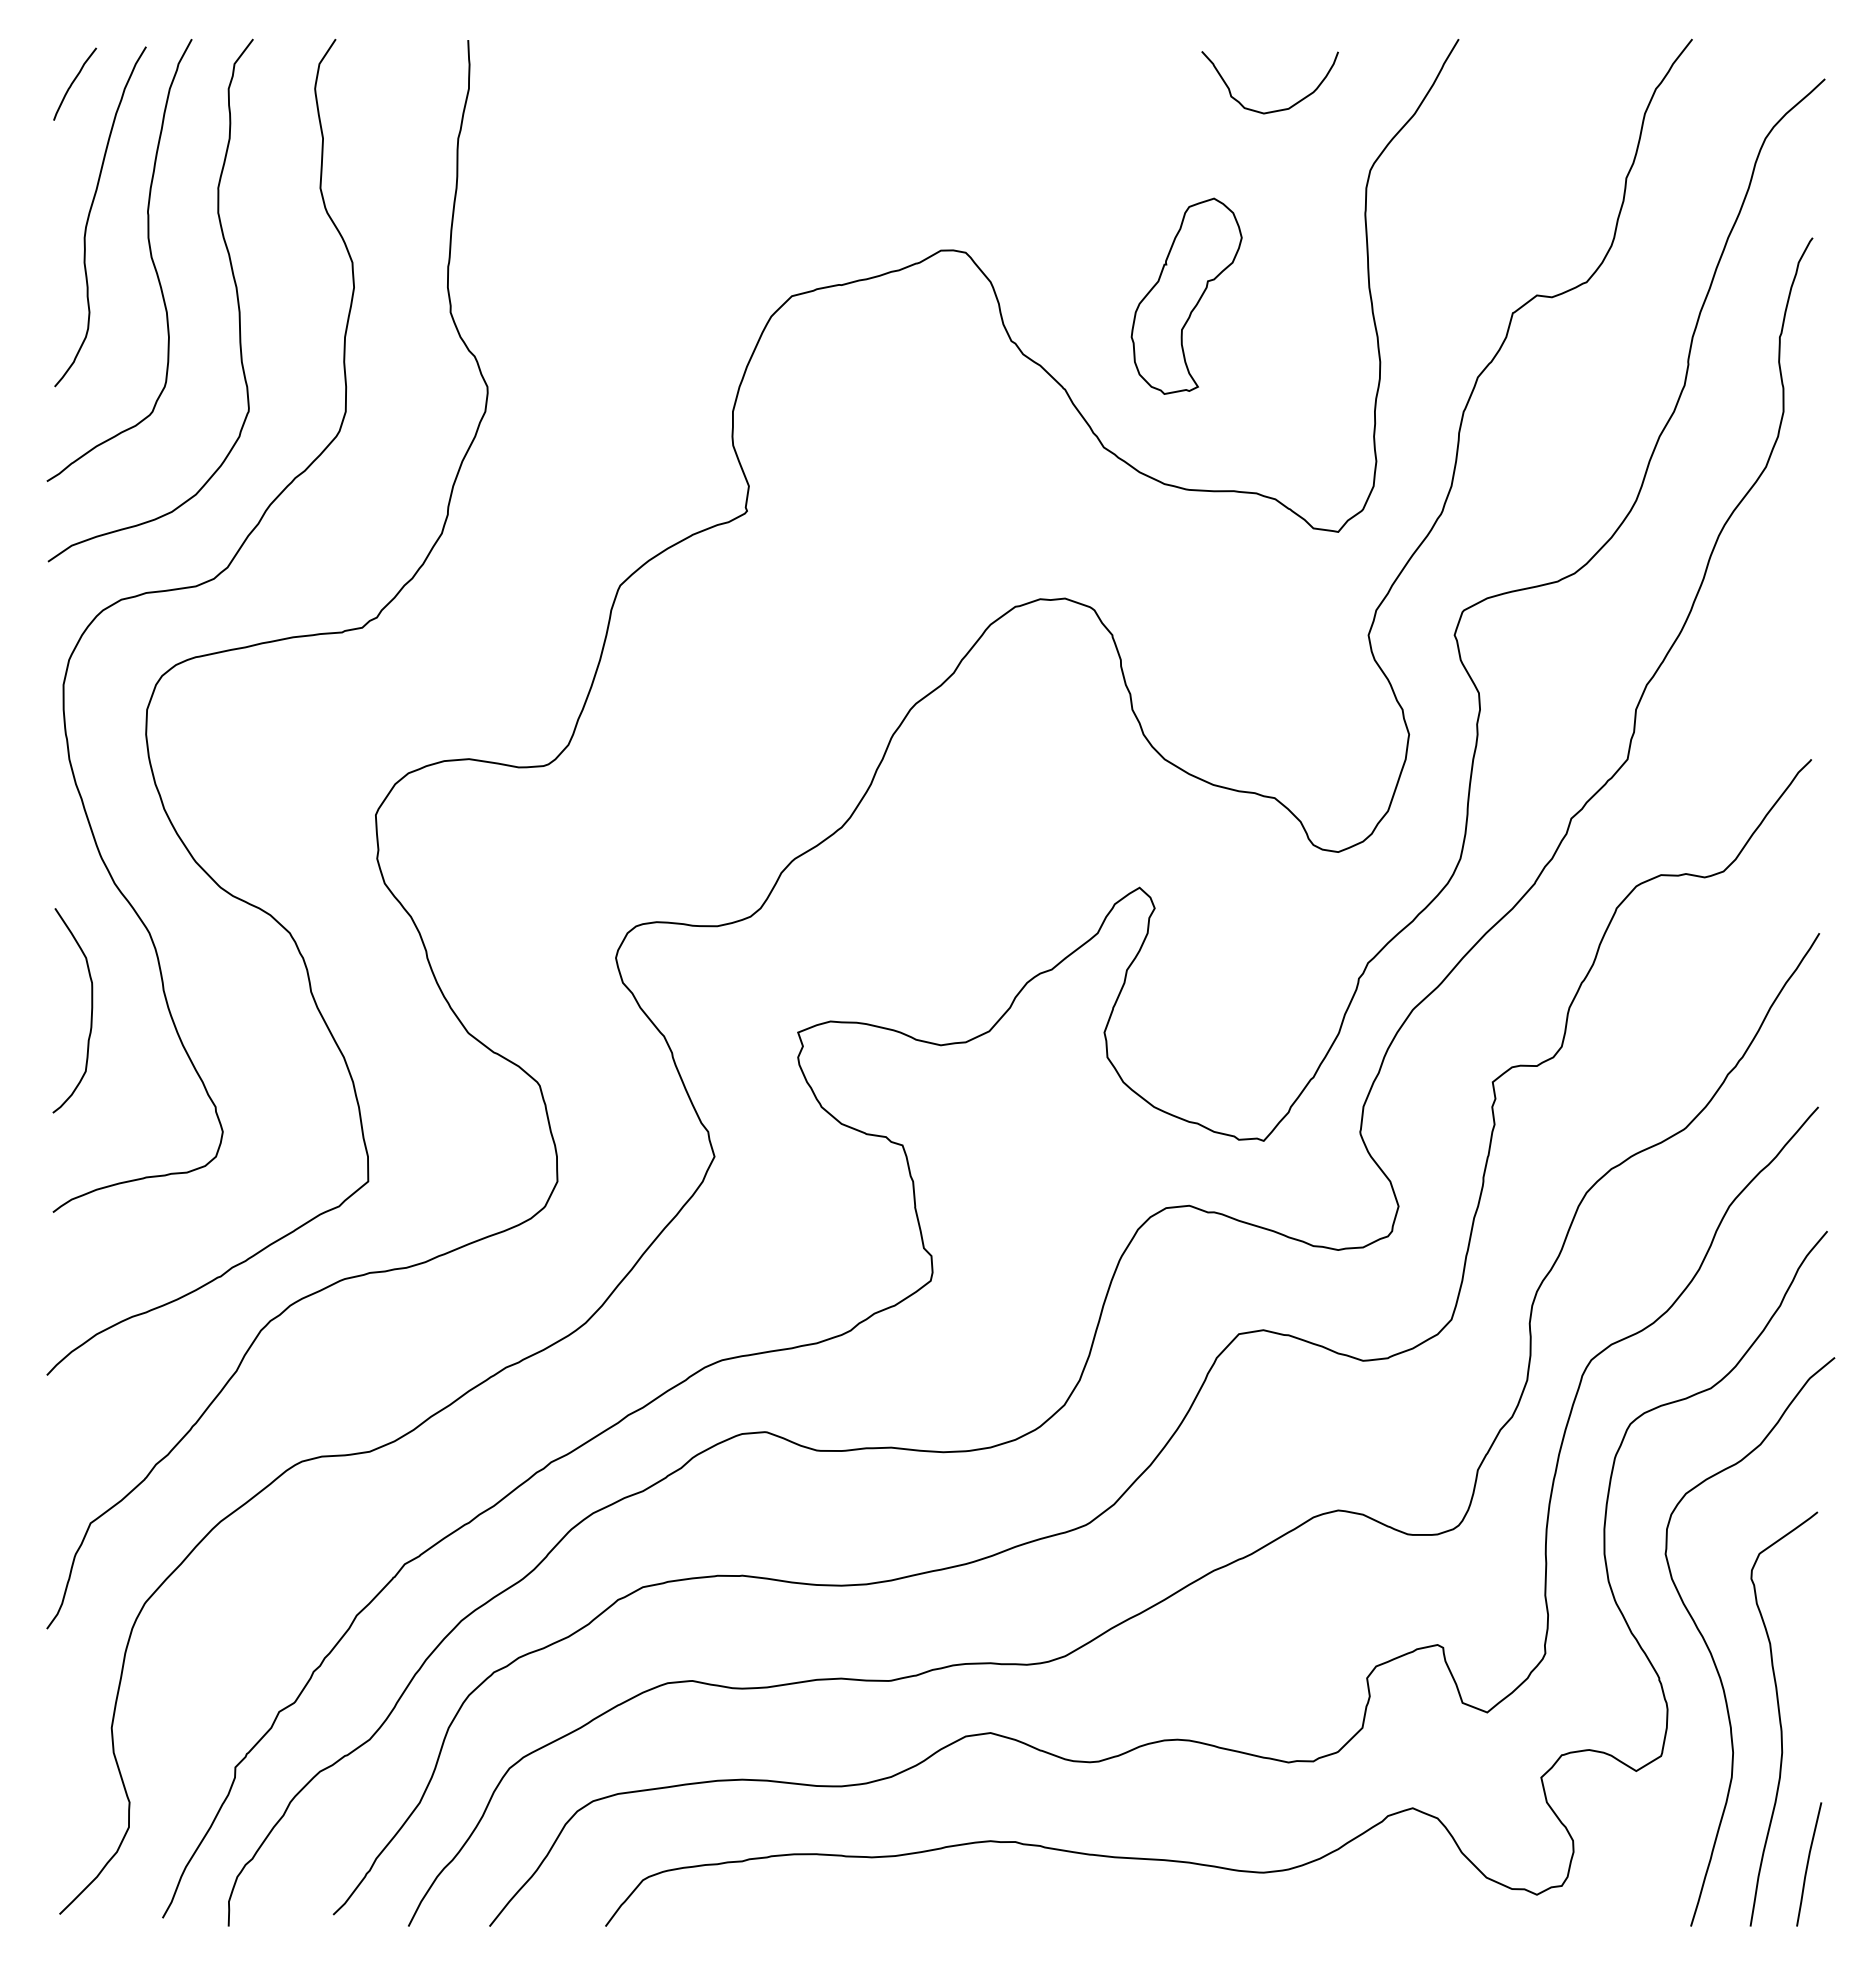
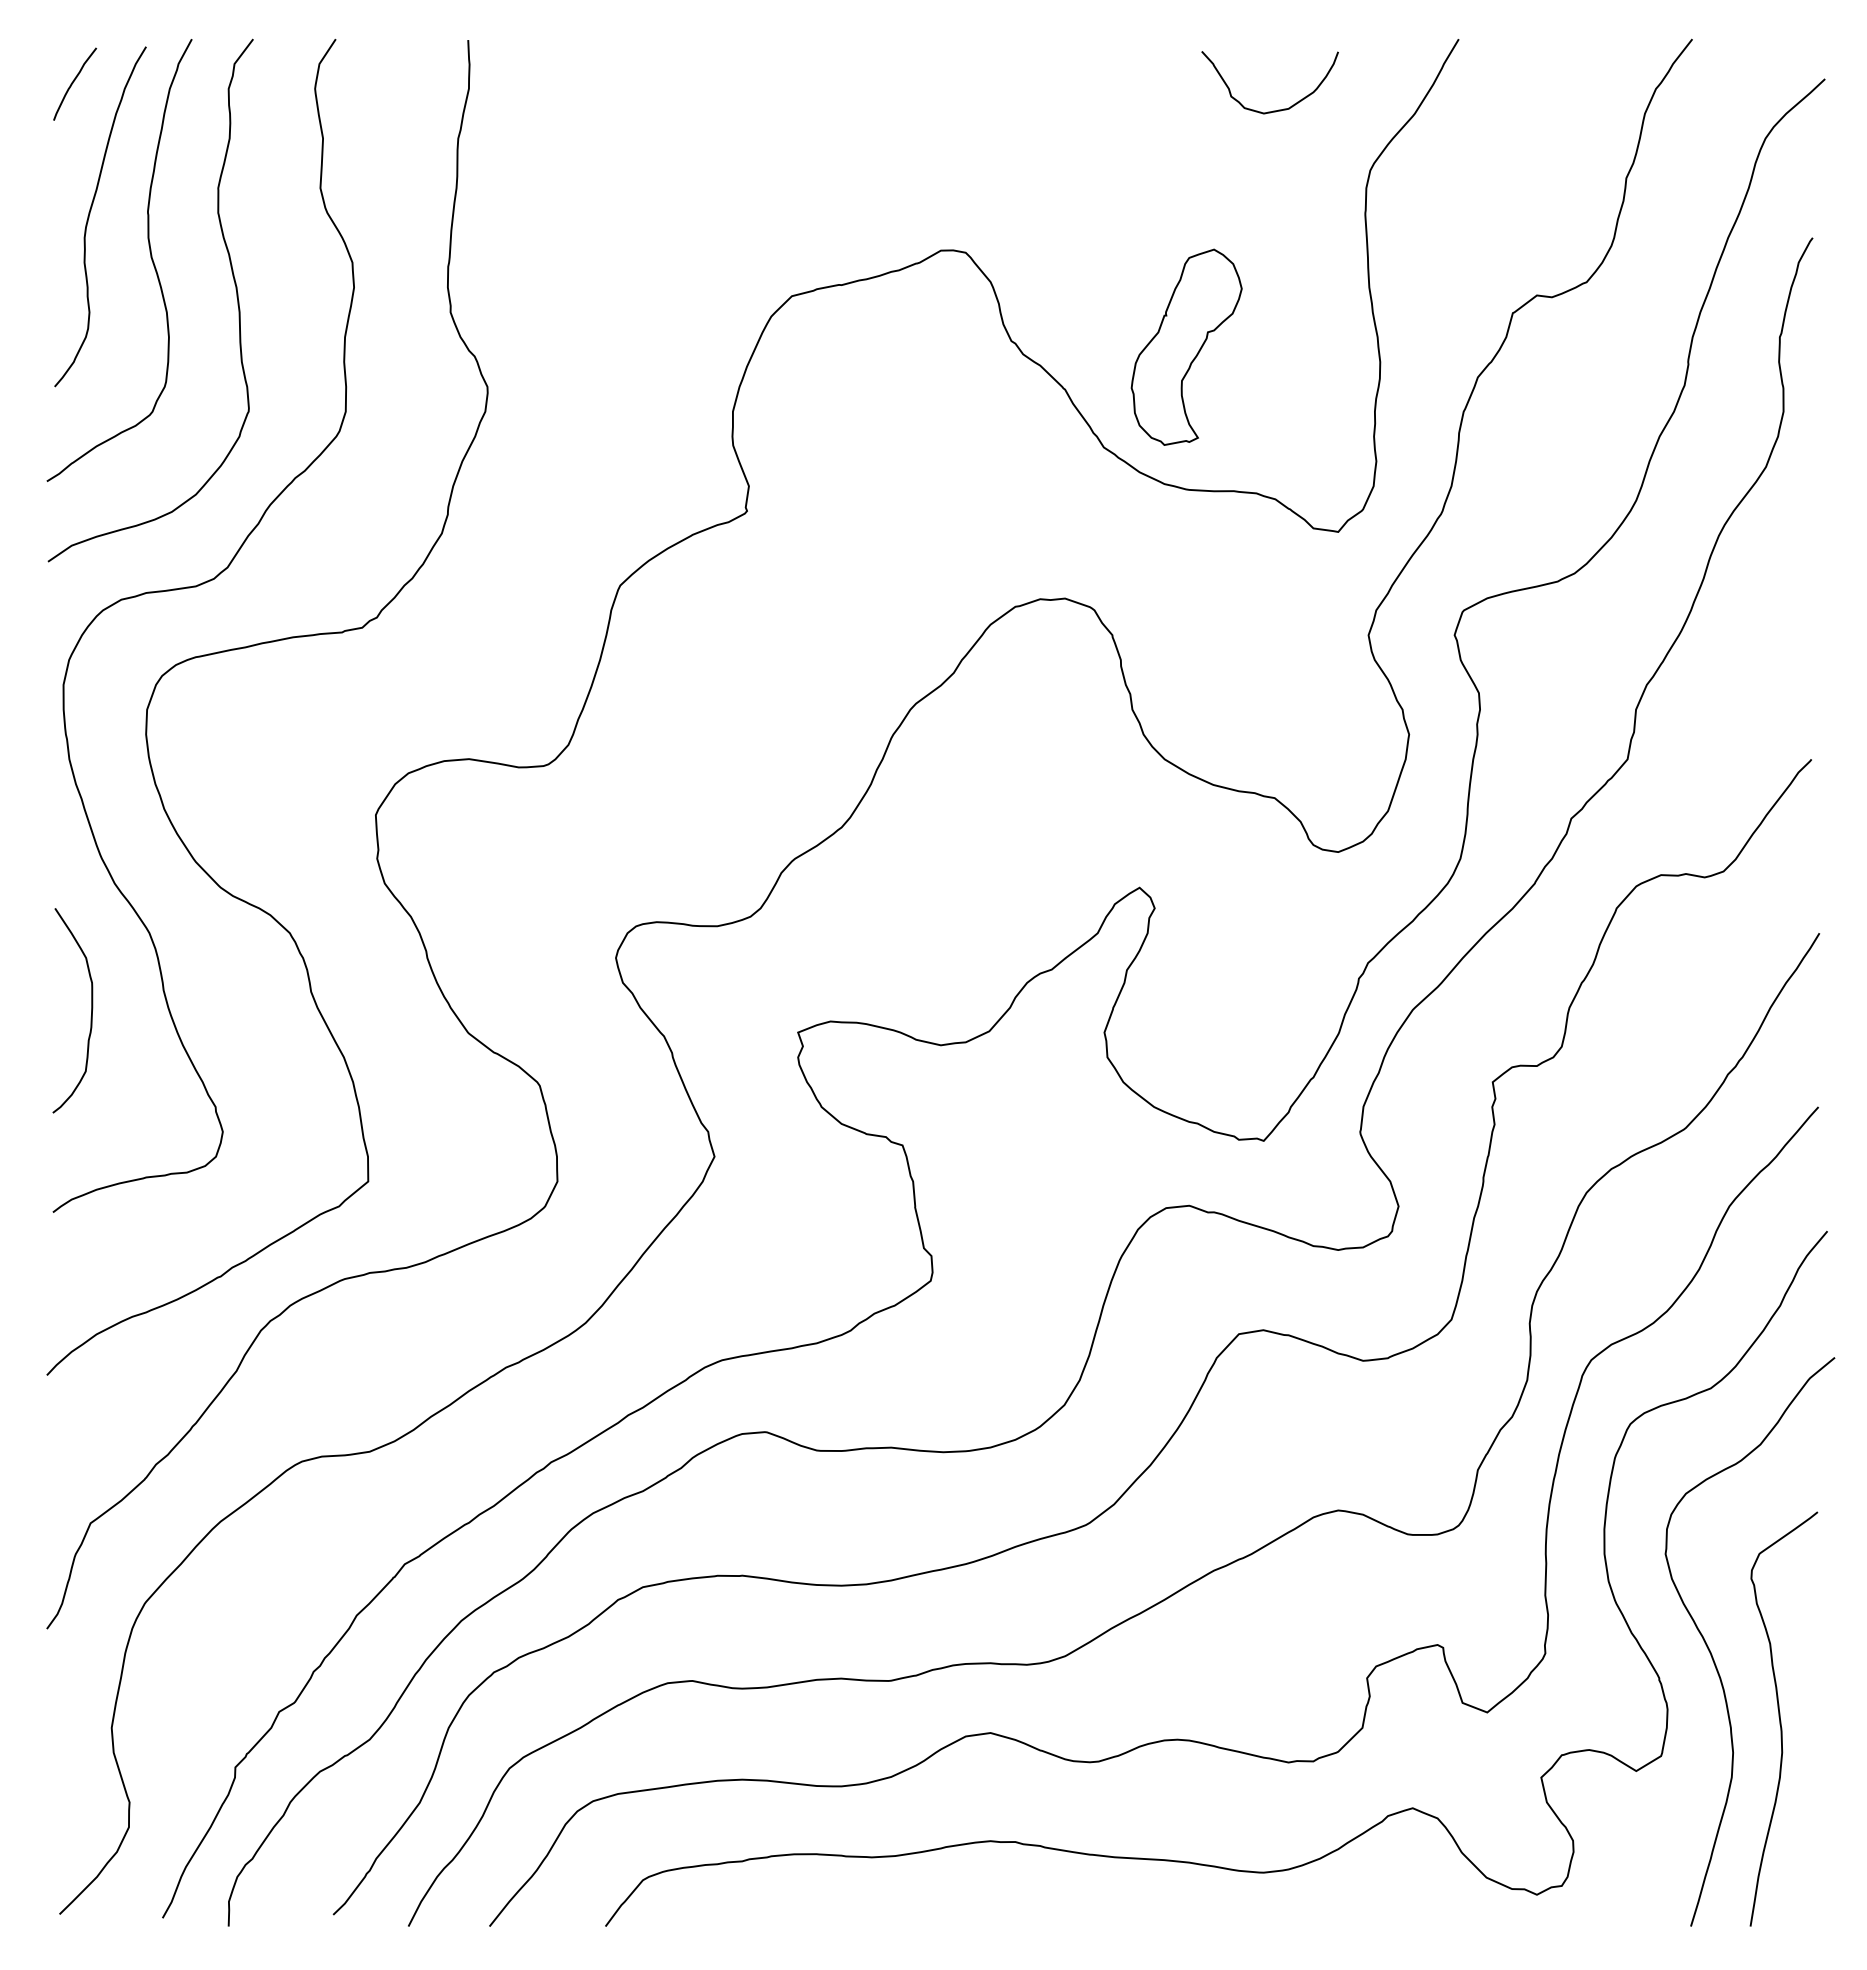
part at (1186, 295) position: (1186, 295) -> (1186, 346)
line at (1808, 1864): present -> none
